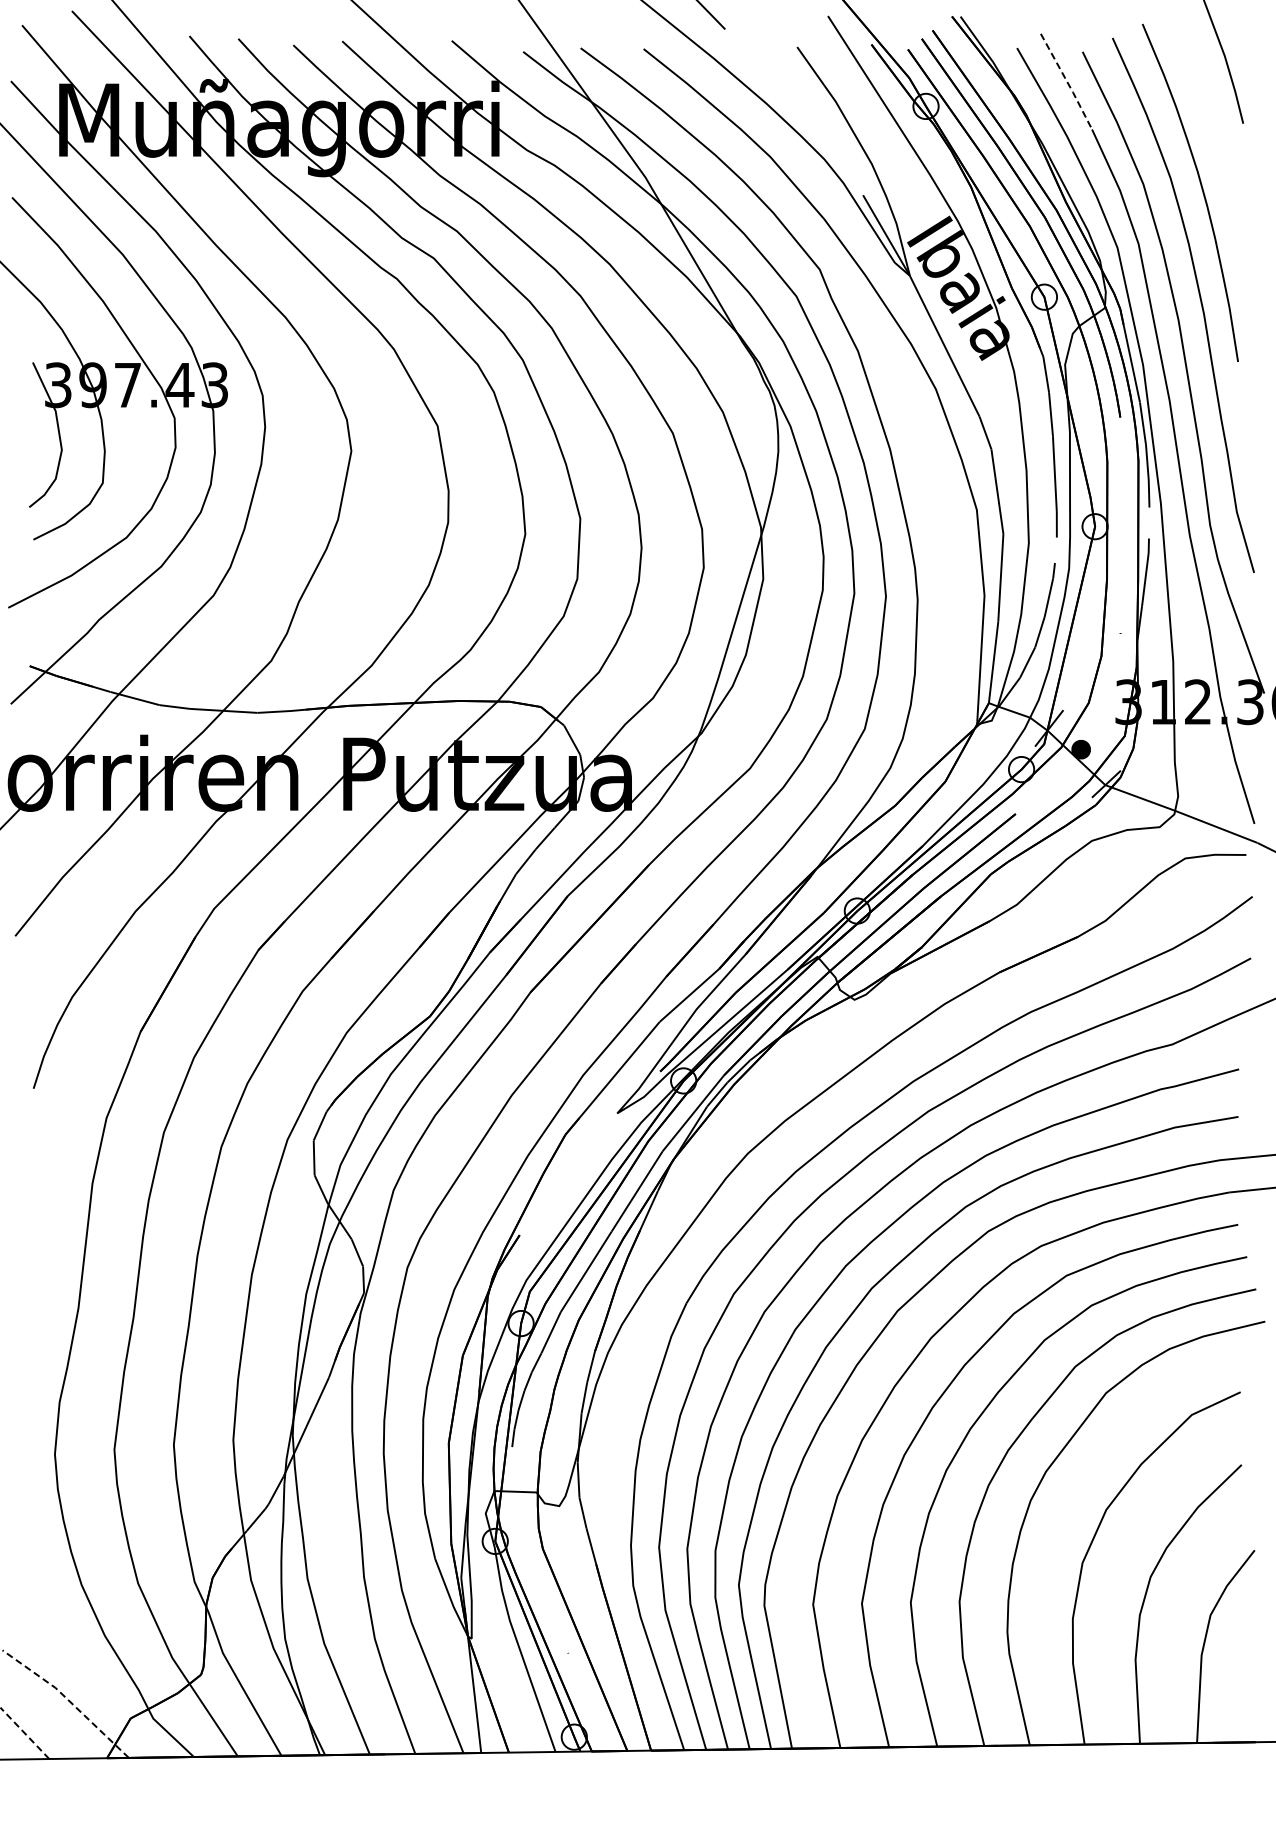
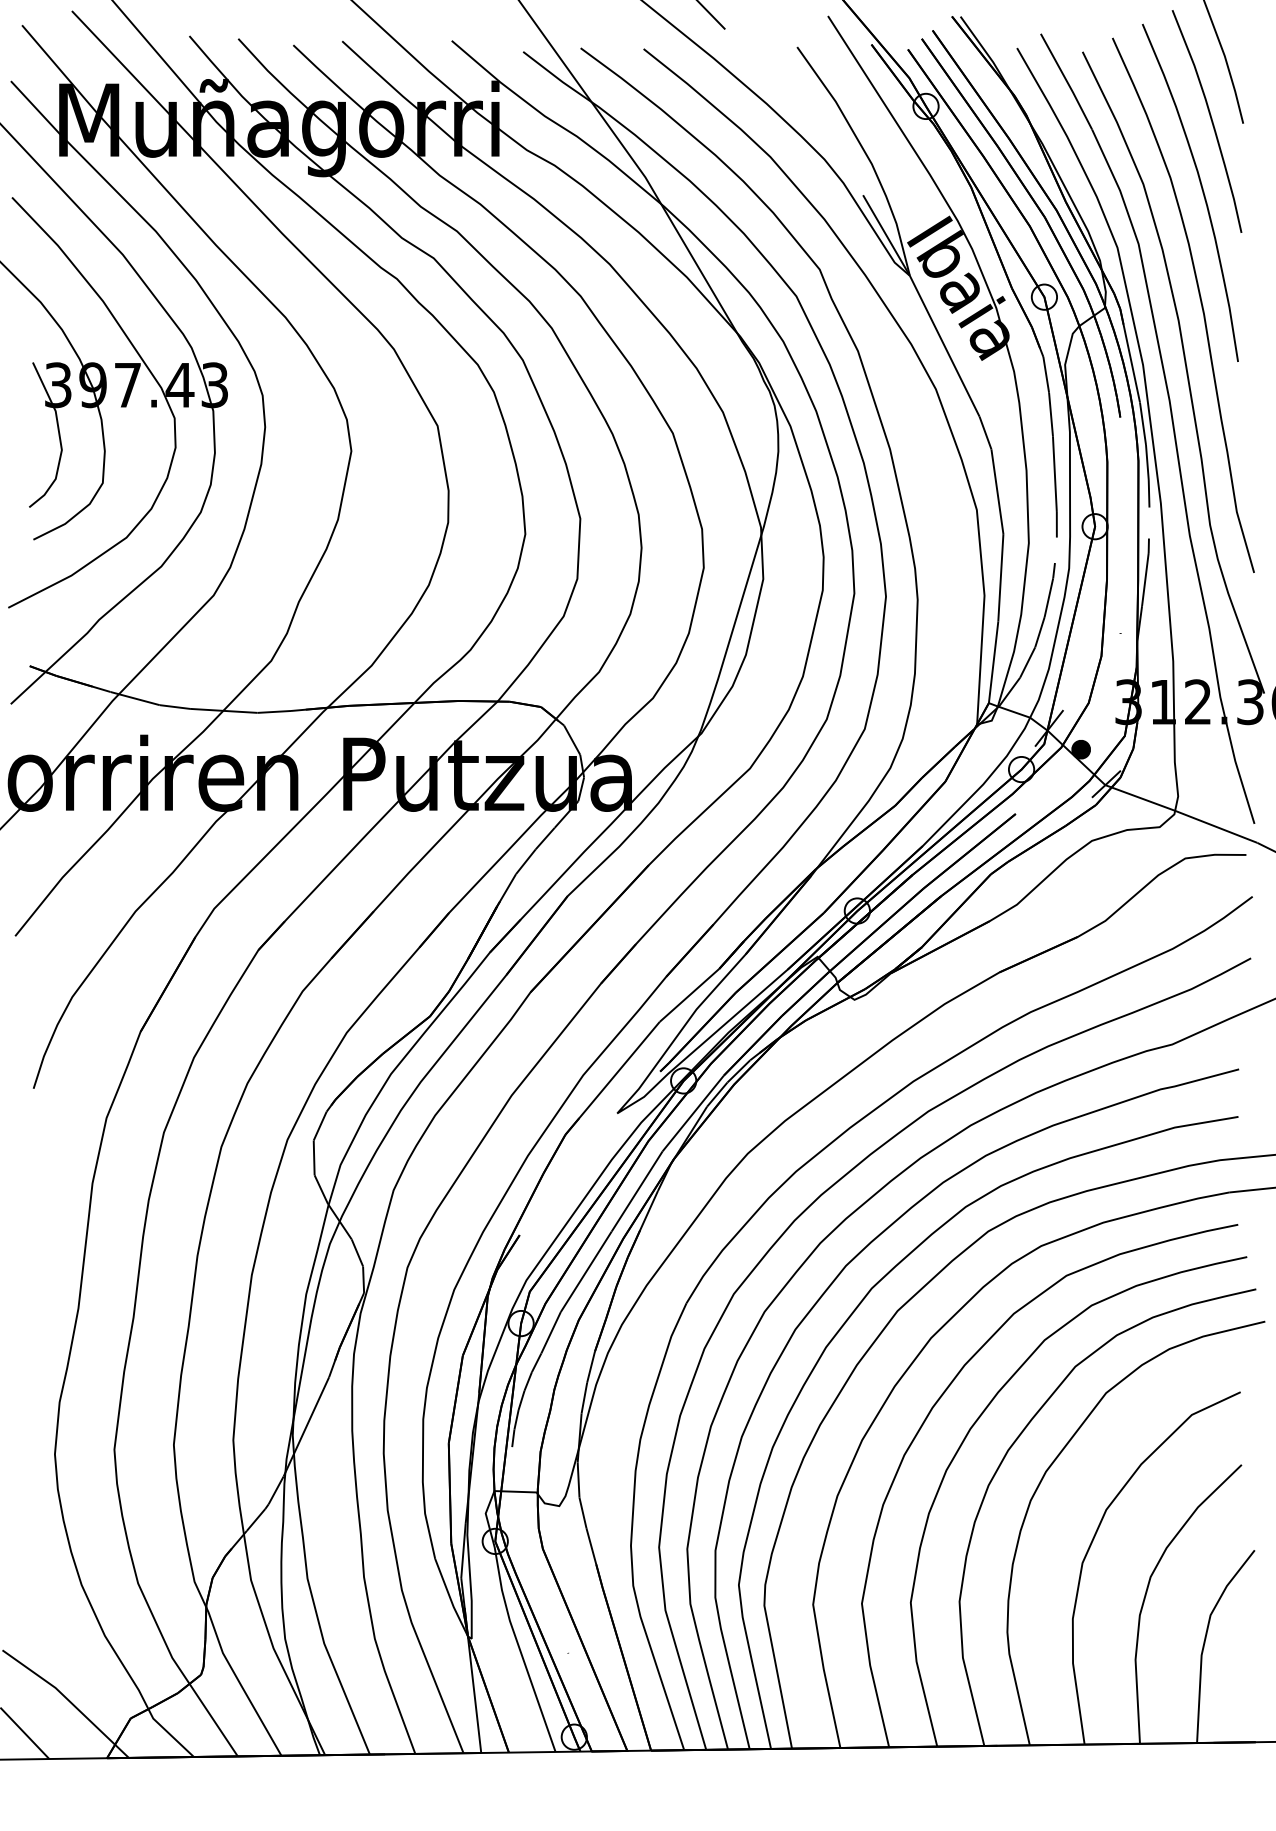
line at (1067, 81): dashed -> solid
curve at (1210, 119): none -> present
line at (67, 1699): dashed -> solid
line at (24, 1732): dashed -> solid
